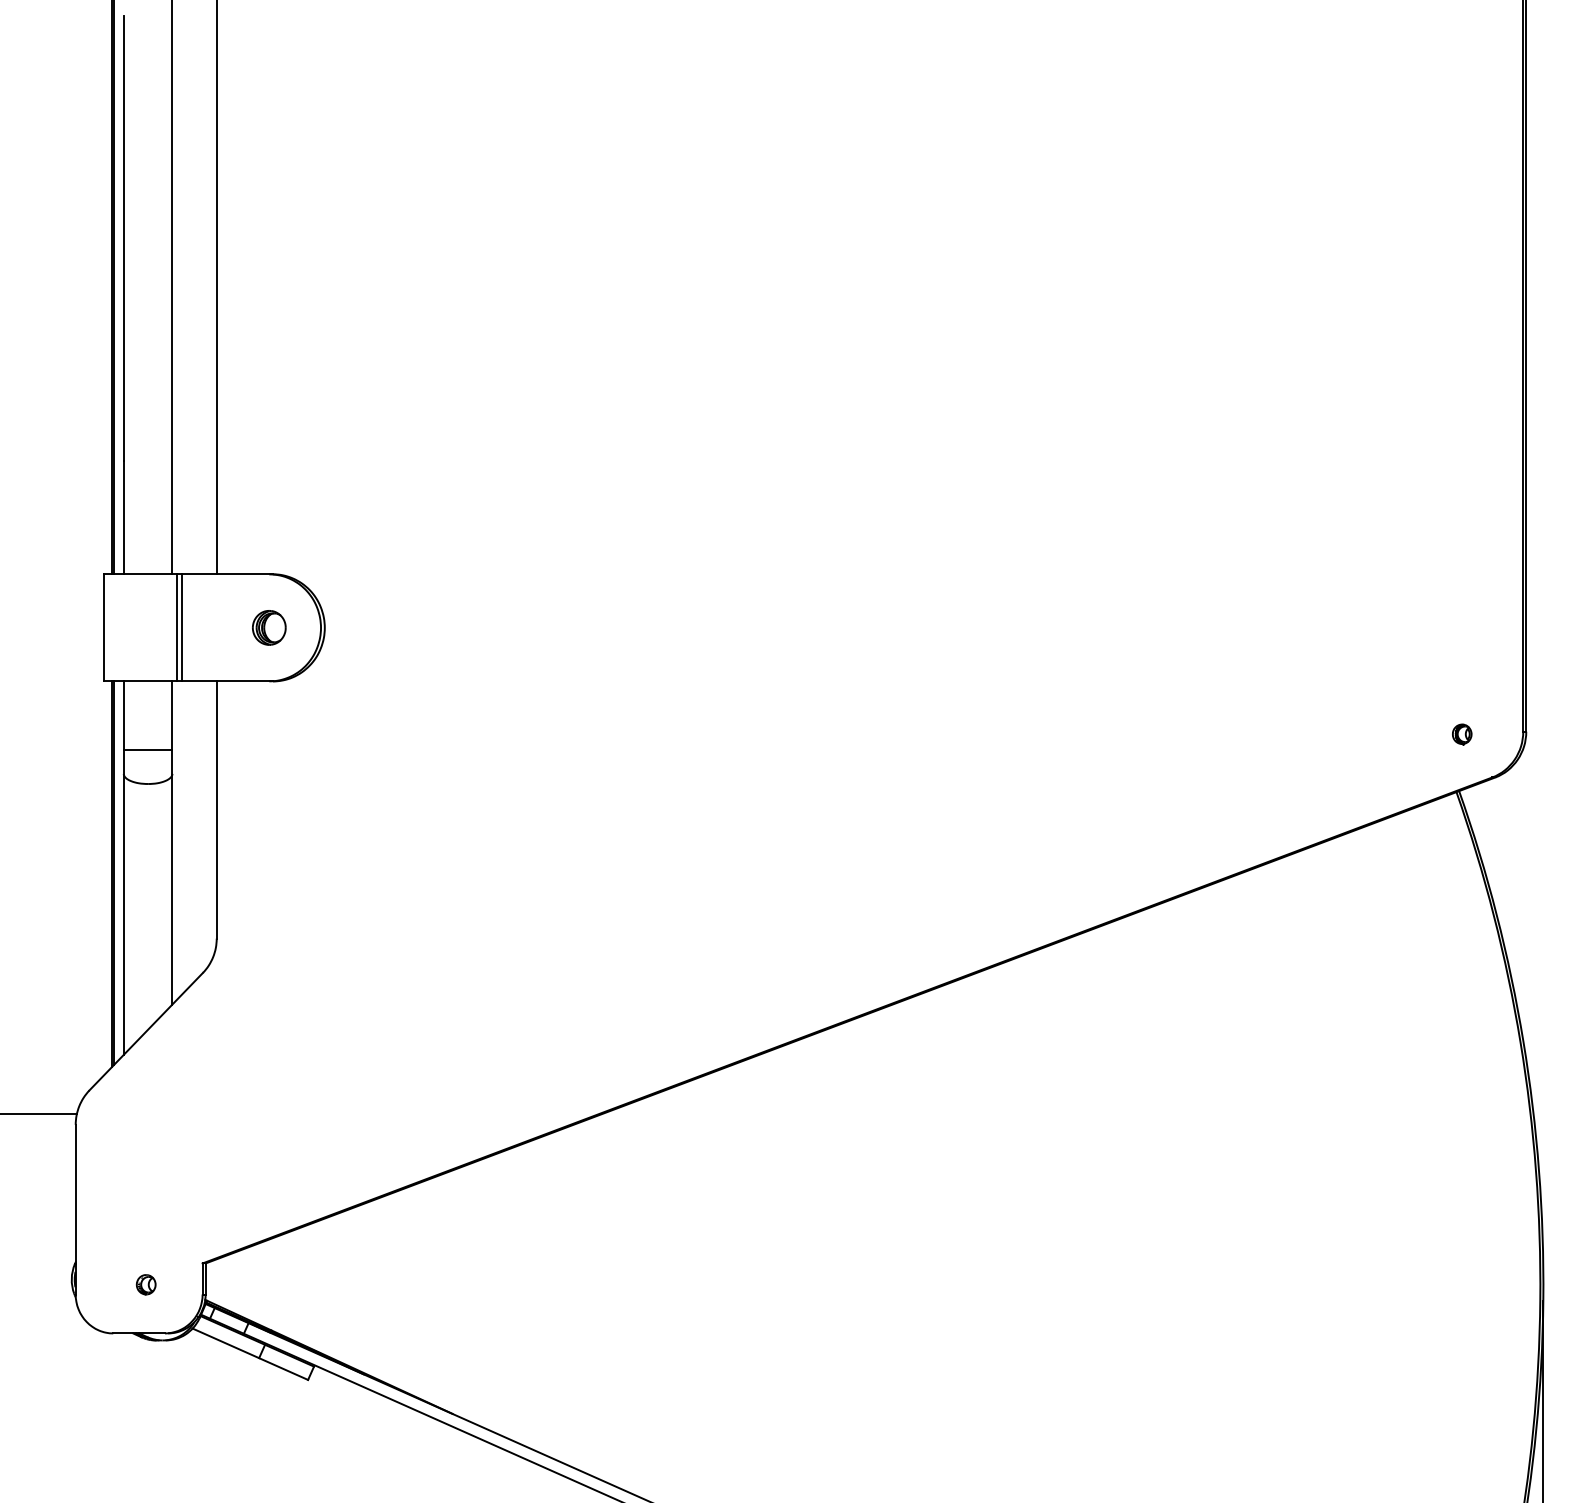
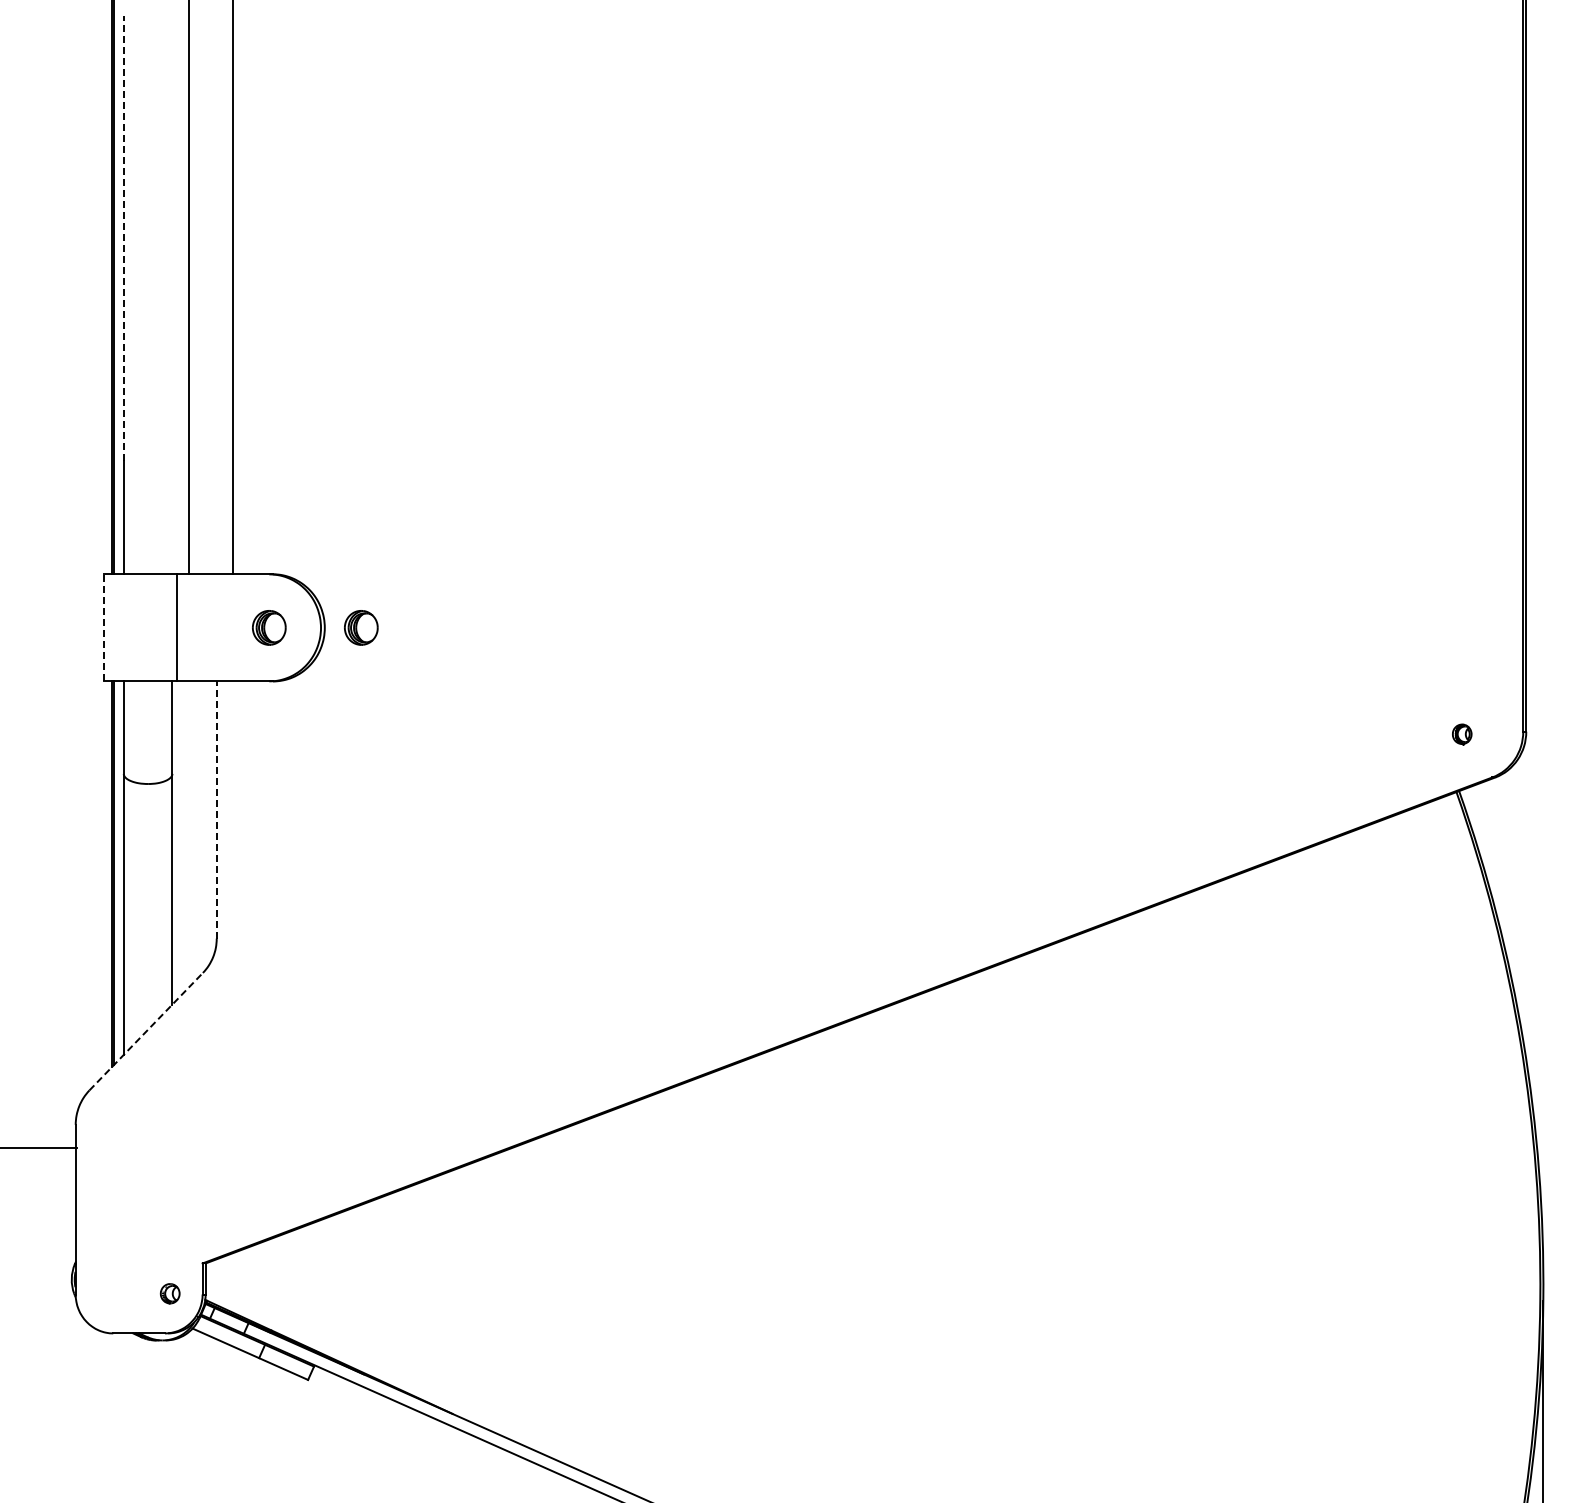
line at (123, 238): solid -> dashed
line at (172, 288) position: (172, 288) -> (189, 288)
line at (216, 288) position: (216, 288) -> (232, 288)
line at (104, 627): solid -> dashed
line at (181, 627): present -> none
part at (361, 627): none -> present
line at (147, 749): present -> none
line at (216, 810): solid -> dashed
line at (146, 1031): solid -> dashed
line at (39, 1114) position: (39, 1114) -> (39, 1148)
part at (145, 1284) position: (145, 1284) -> (169, 1293)
